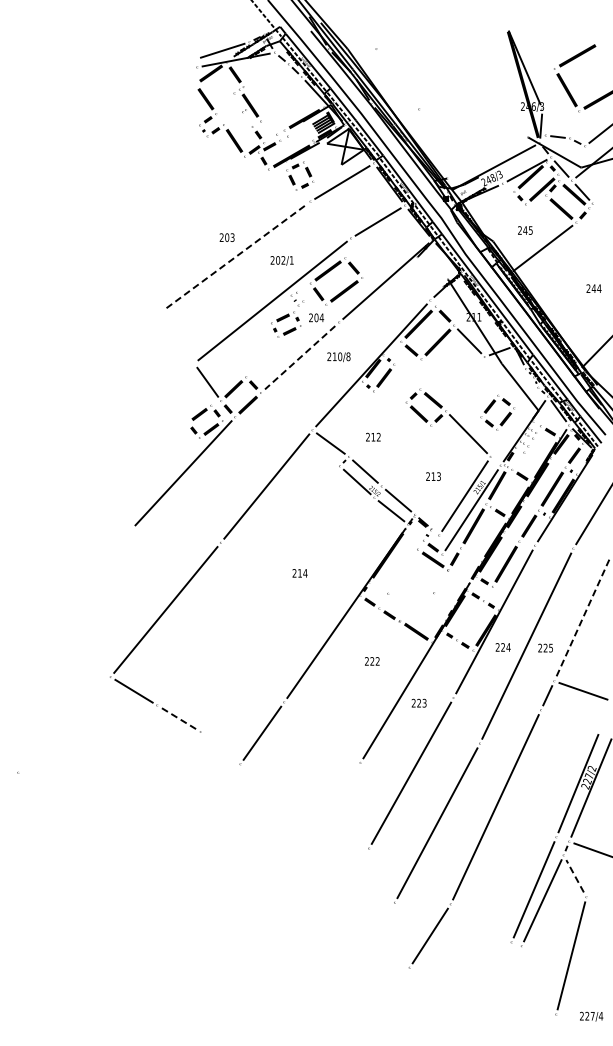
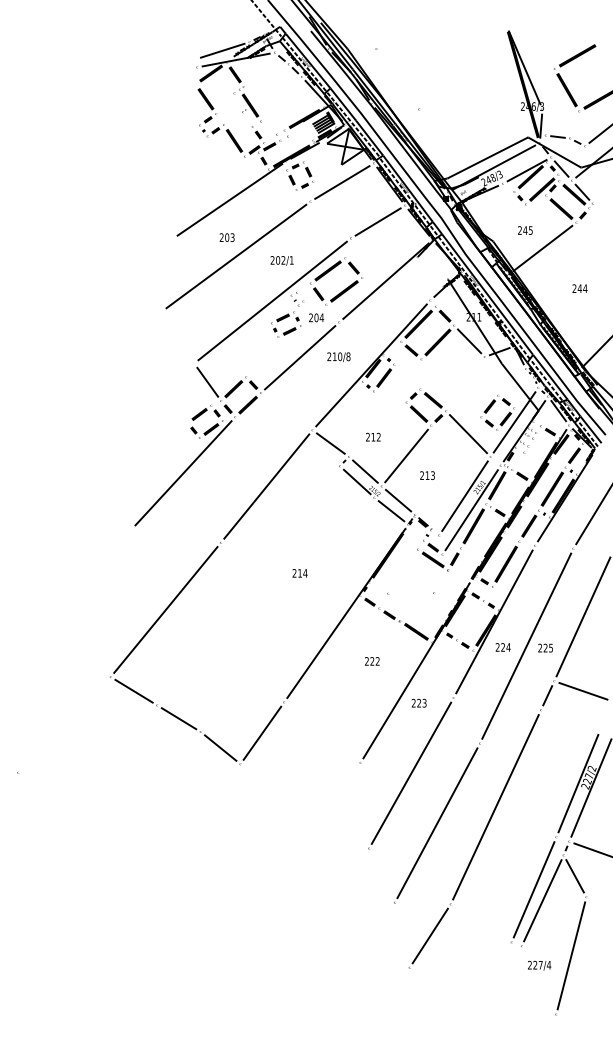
line at (487, 157): none -> present
line at (229, 199): none -> present
line at (236, 256): dashed -> solid
text at (593, 288) position: (593, 288) -> (579, 288)
line at (299, 358): dashed -> solid
line at (514, 422): none -> present
line at (406, 455): none -> present
text at (433, 476) position: (433, 476) -> (427, 475)
line at (583, 616): dashed -> solid
line at (179, 718): dashed -> solid
line at (220, 747): none -> present
line at (574, 875): dashed -> solid
text at (591, 1016) position: (591, 1016) -> (539, 965)
